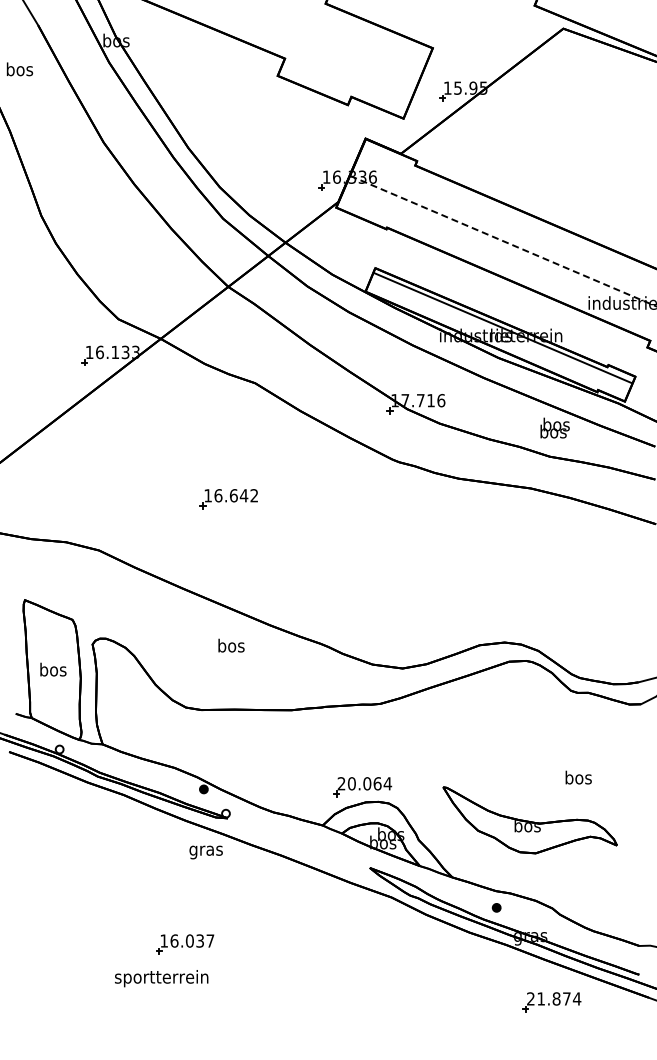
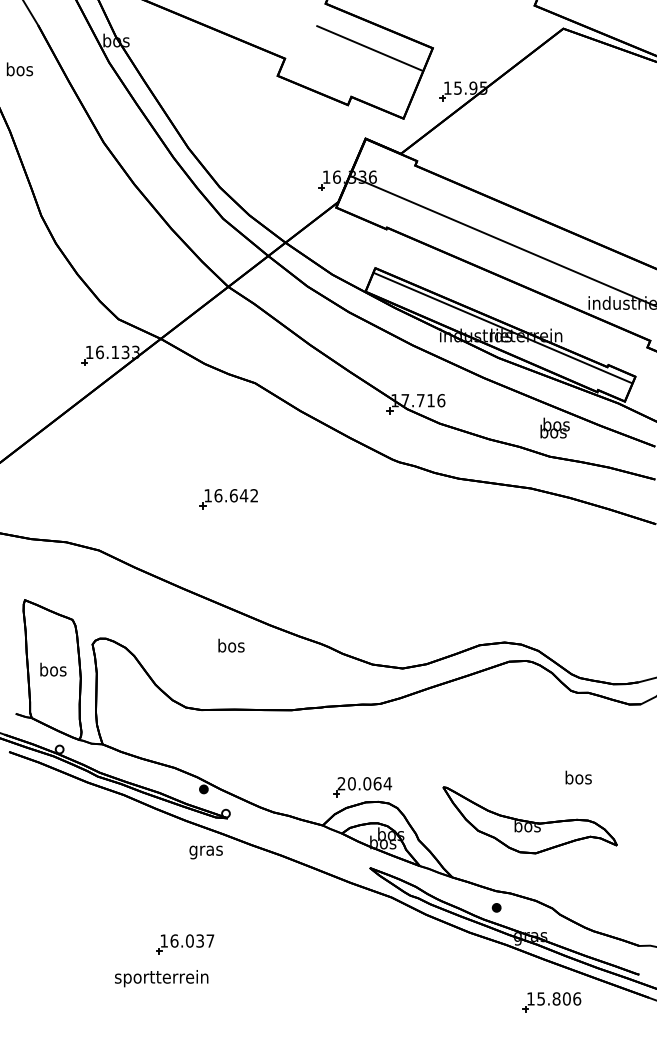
line at (369, 48): none -> present
line at (503, 241): dashed -> solid
text at (554, 998): 21.874 -> 15.806
